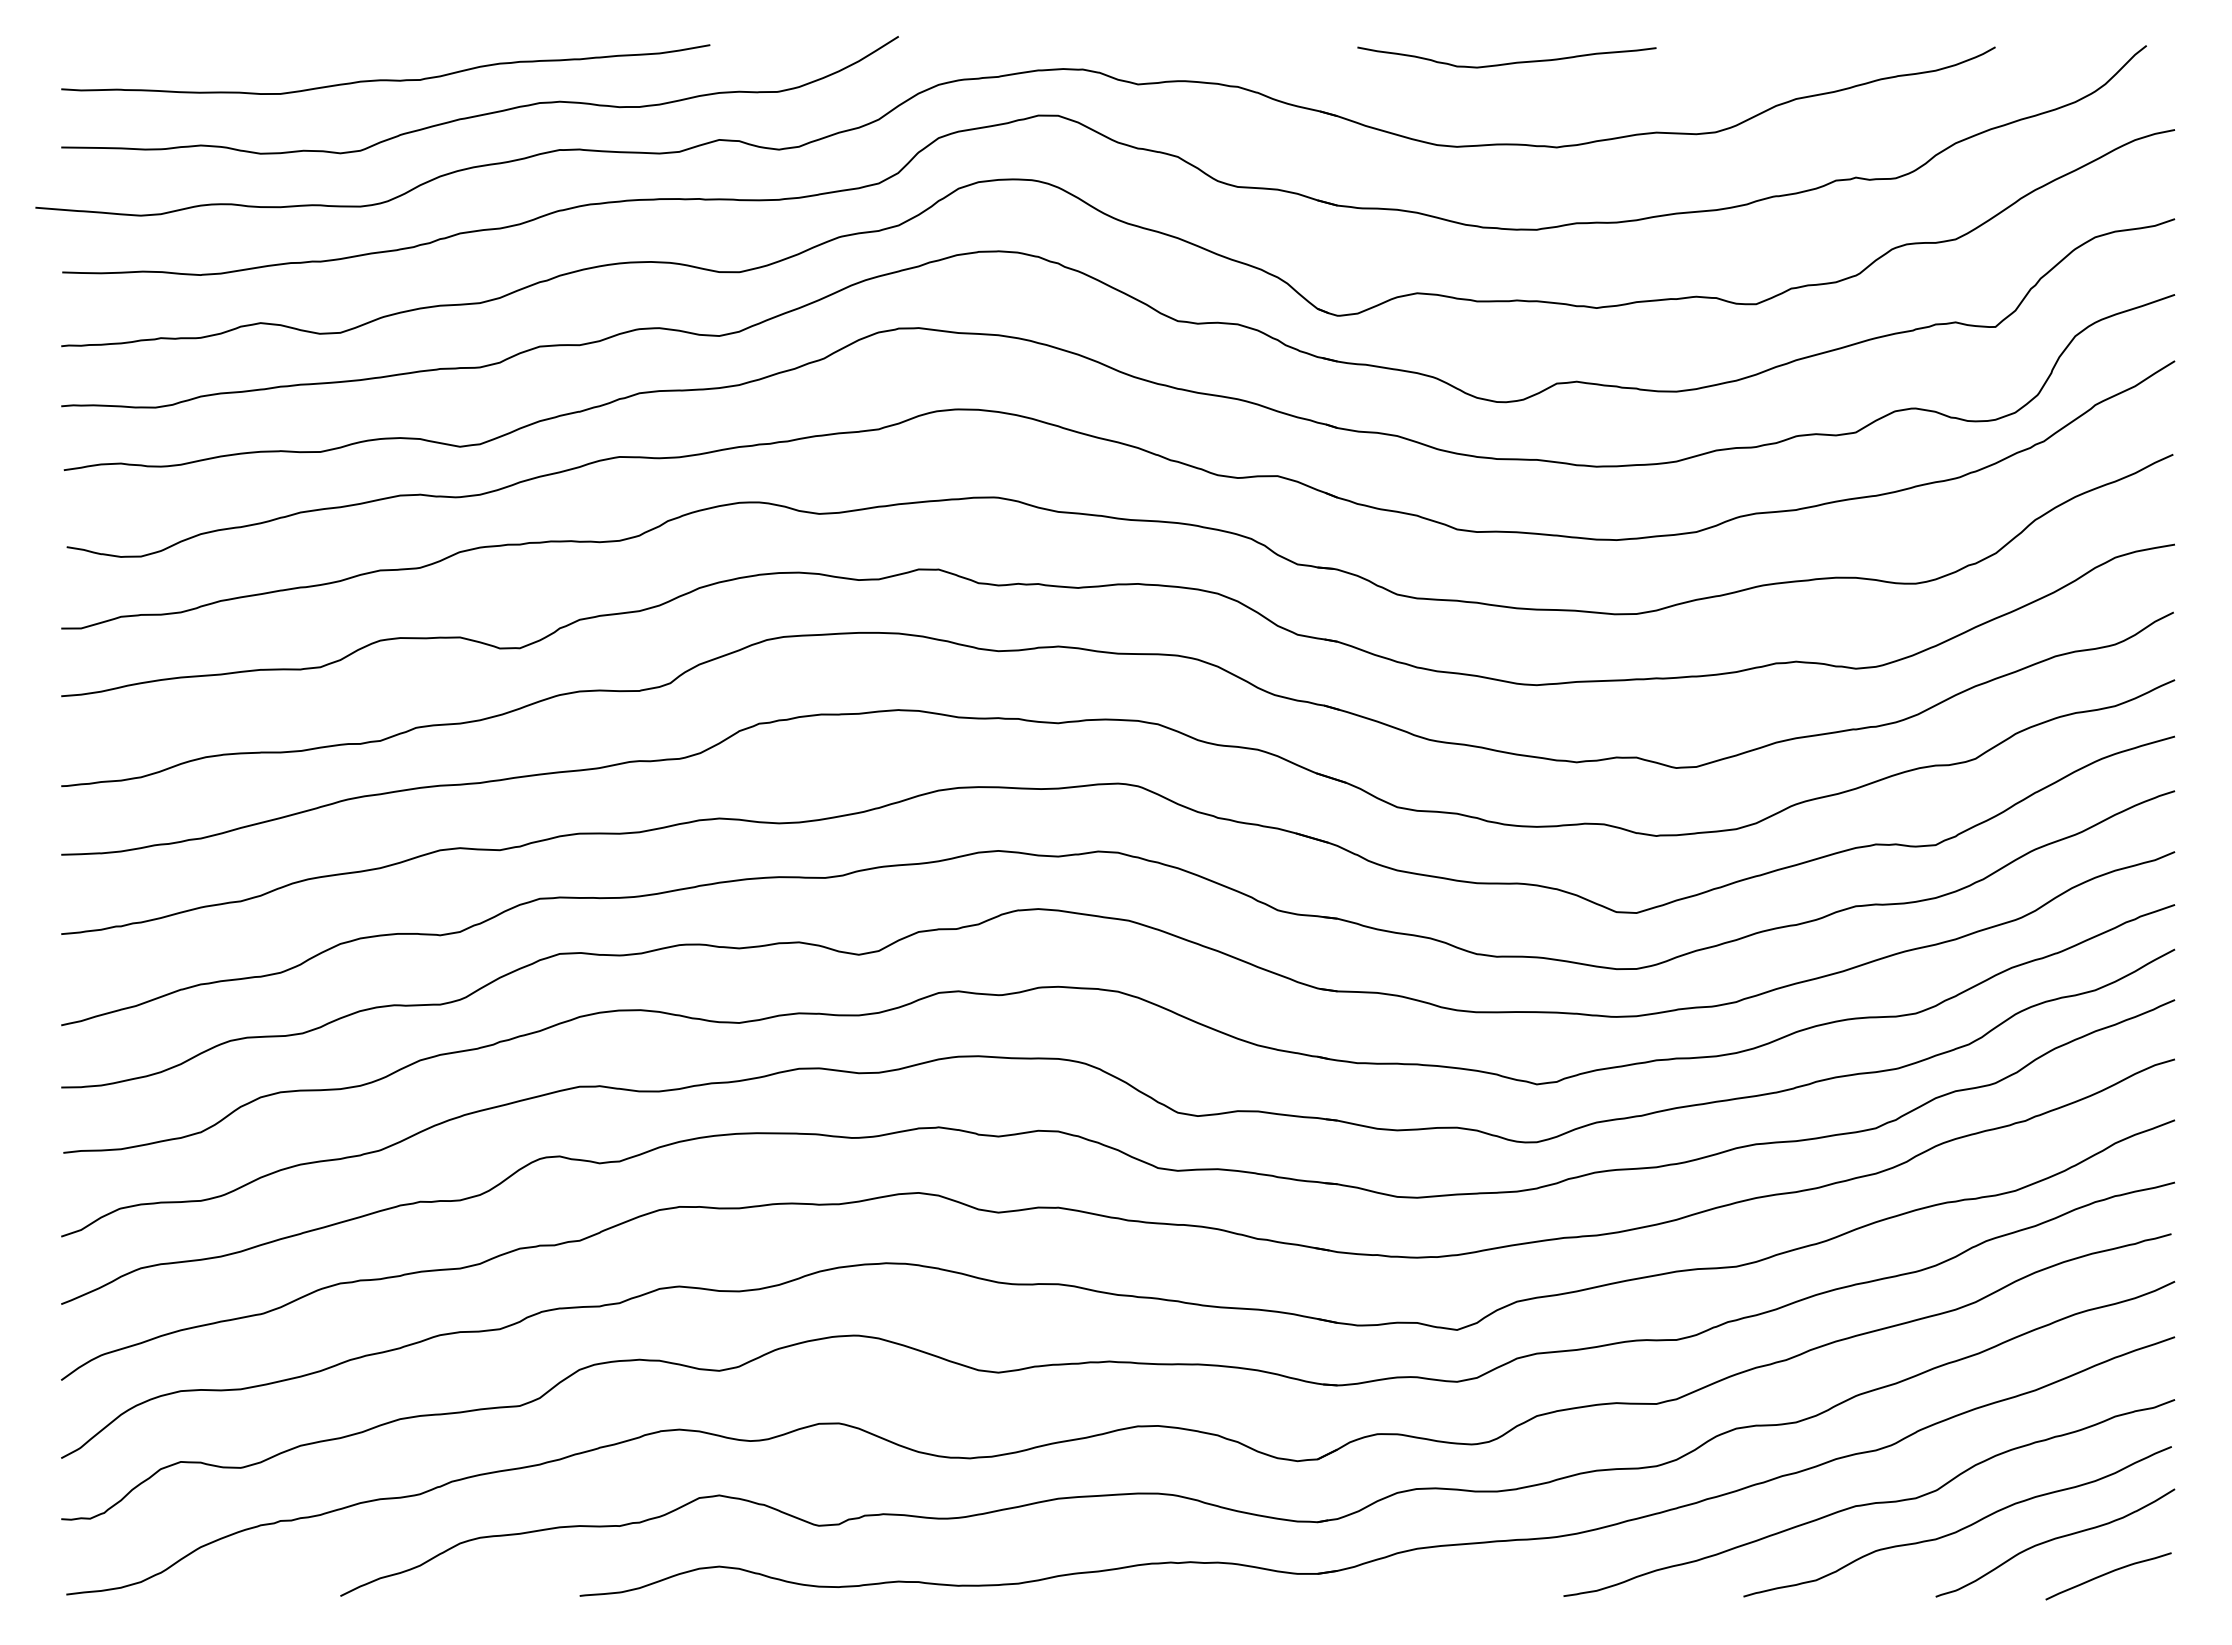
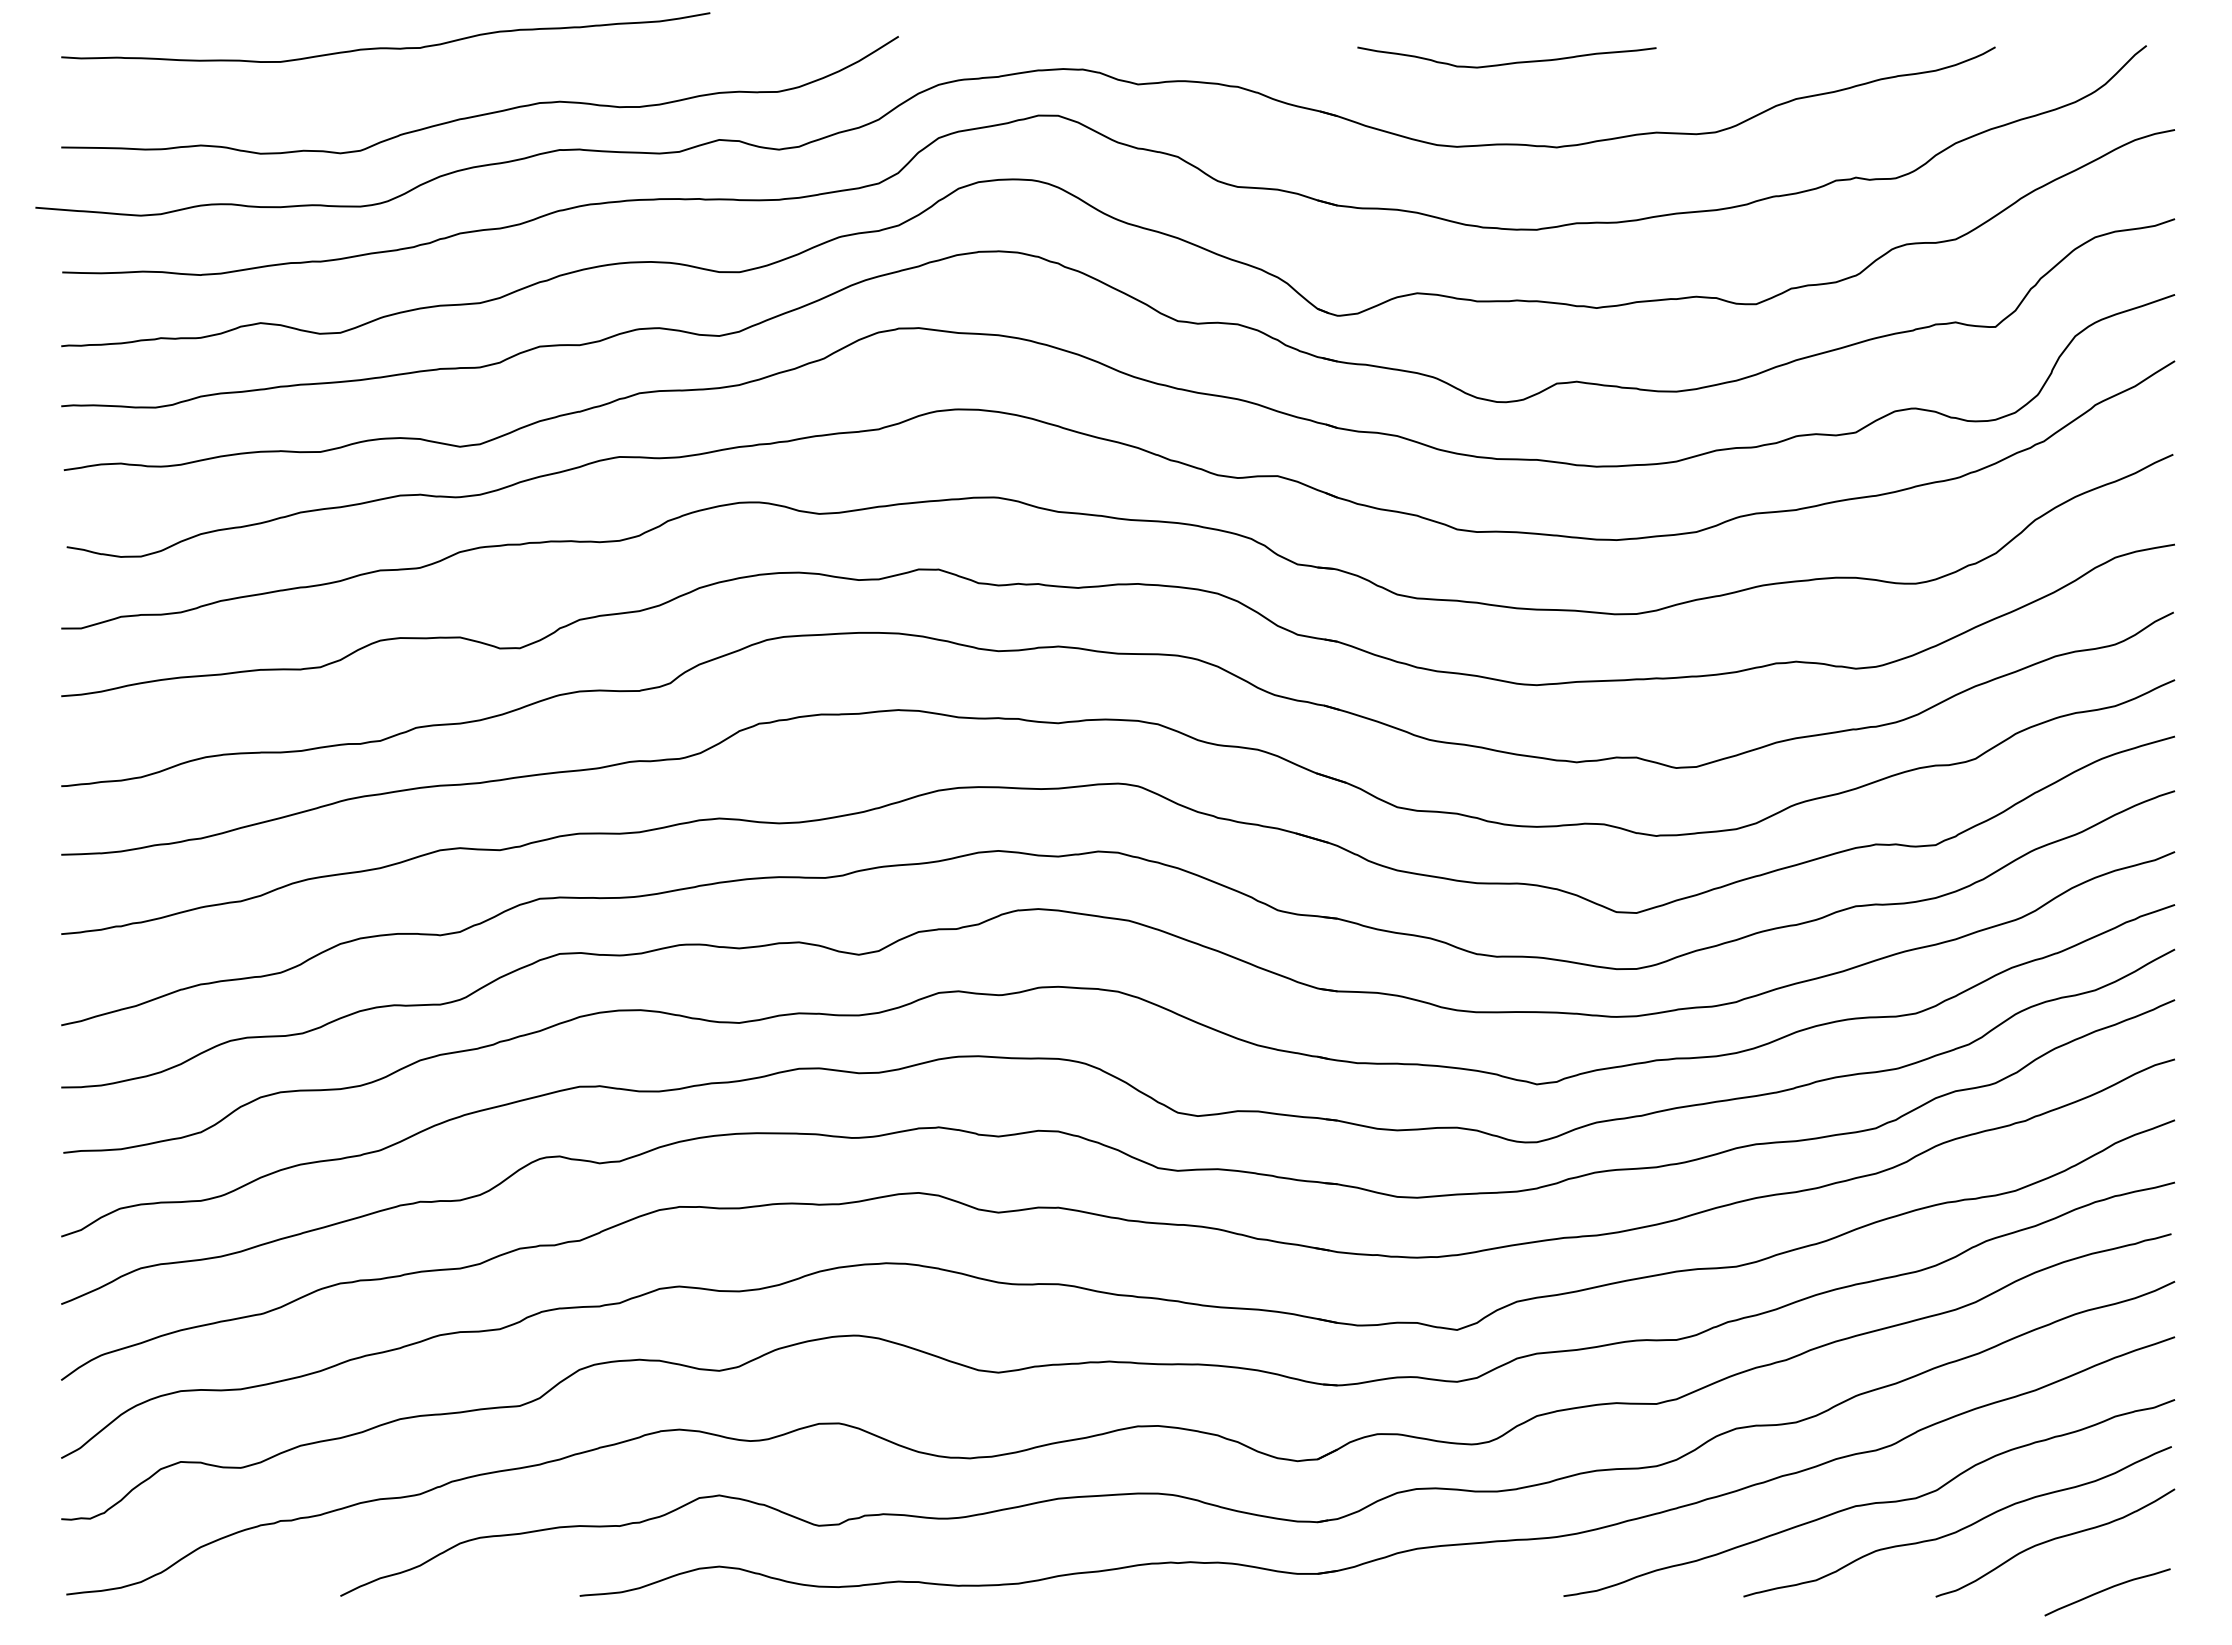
curve at (385, 79) position: (385, 79) -> (385, 47)
curve at (2107, 1574) position: (2107, 1574) -> (2106, 1590)
